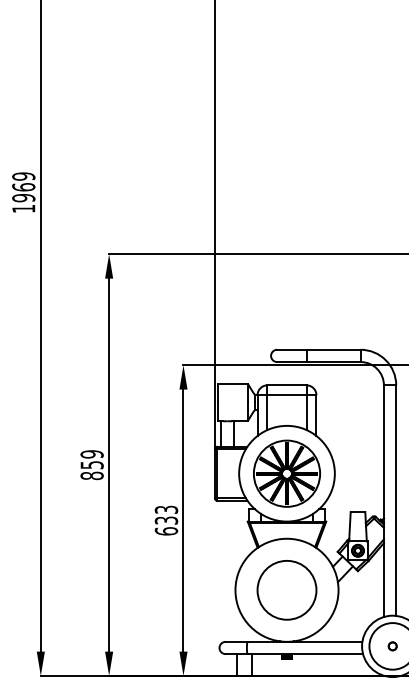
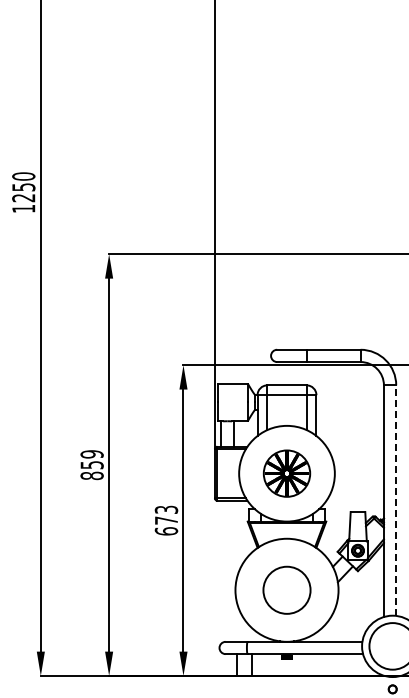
text at (23, 187): 1969 -> 1250
part at (286, 473) size: 68x69 px -> 50x49 px
line at (396, 500): solid -> dashed
text at (166, 520): 633 -> 673
circle at (286, 589) diameter: 59 px -> 47 px
part at (392, 646) position: (392, 646) -> (392, 689)
